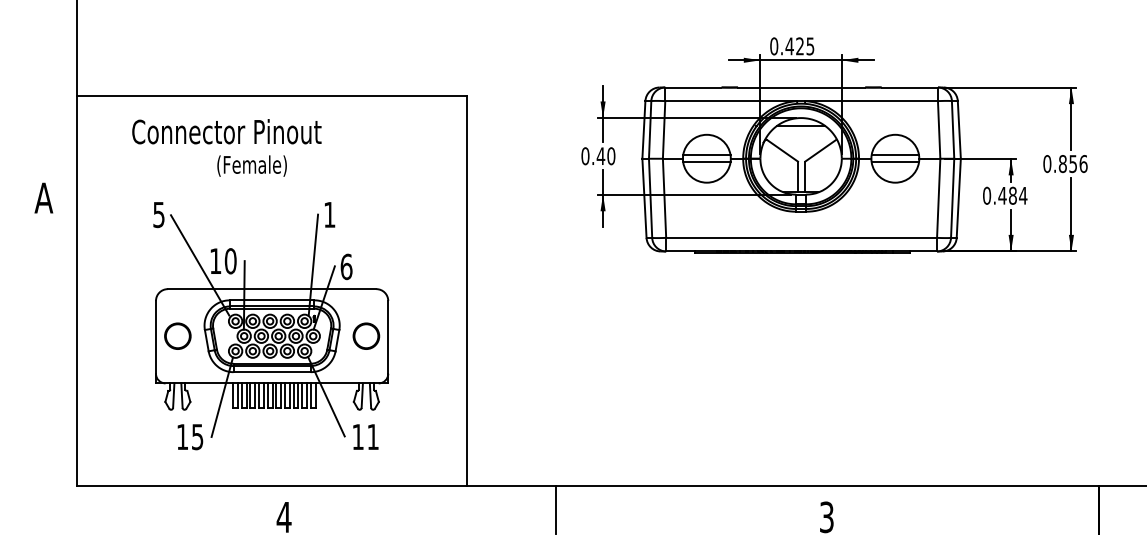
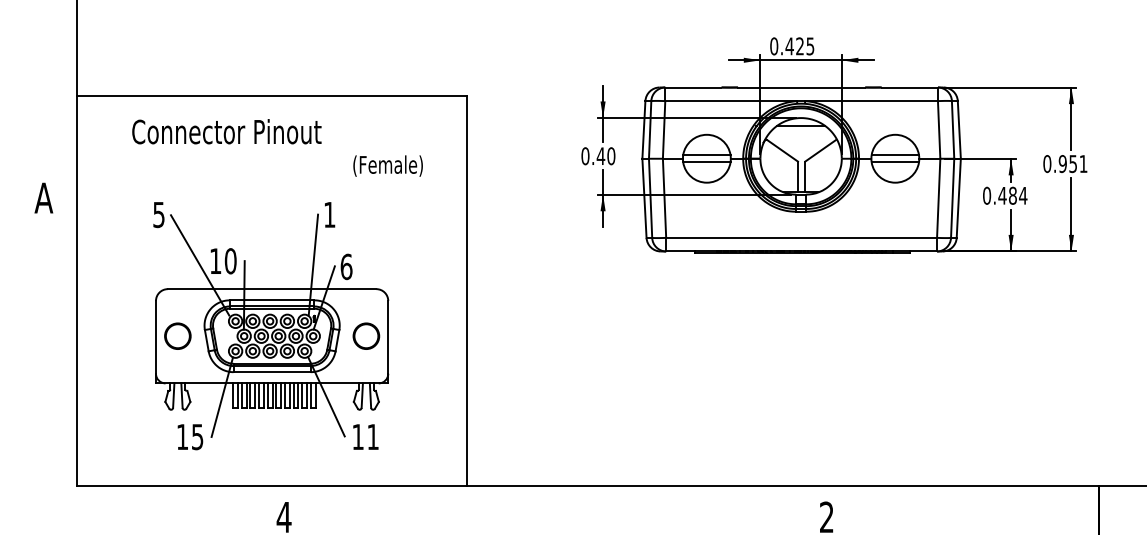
text at (1072, 163): 0.856 -> 0.951
text at (251, 165) position: (251, 165) -> (387, 165)
line at (555, 509): present -> none
text at (826, 517): 3 -> 2
